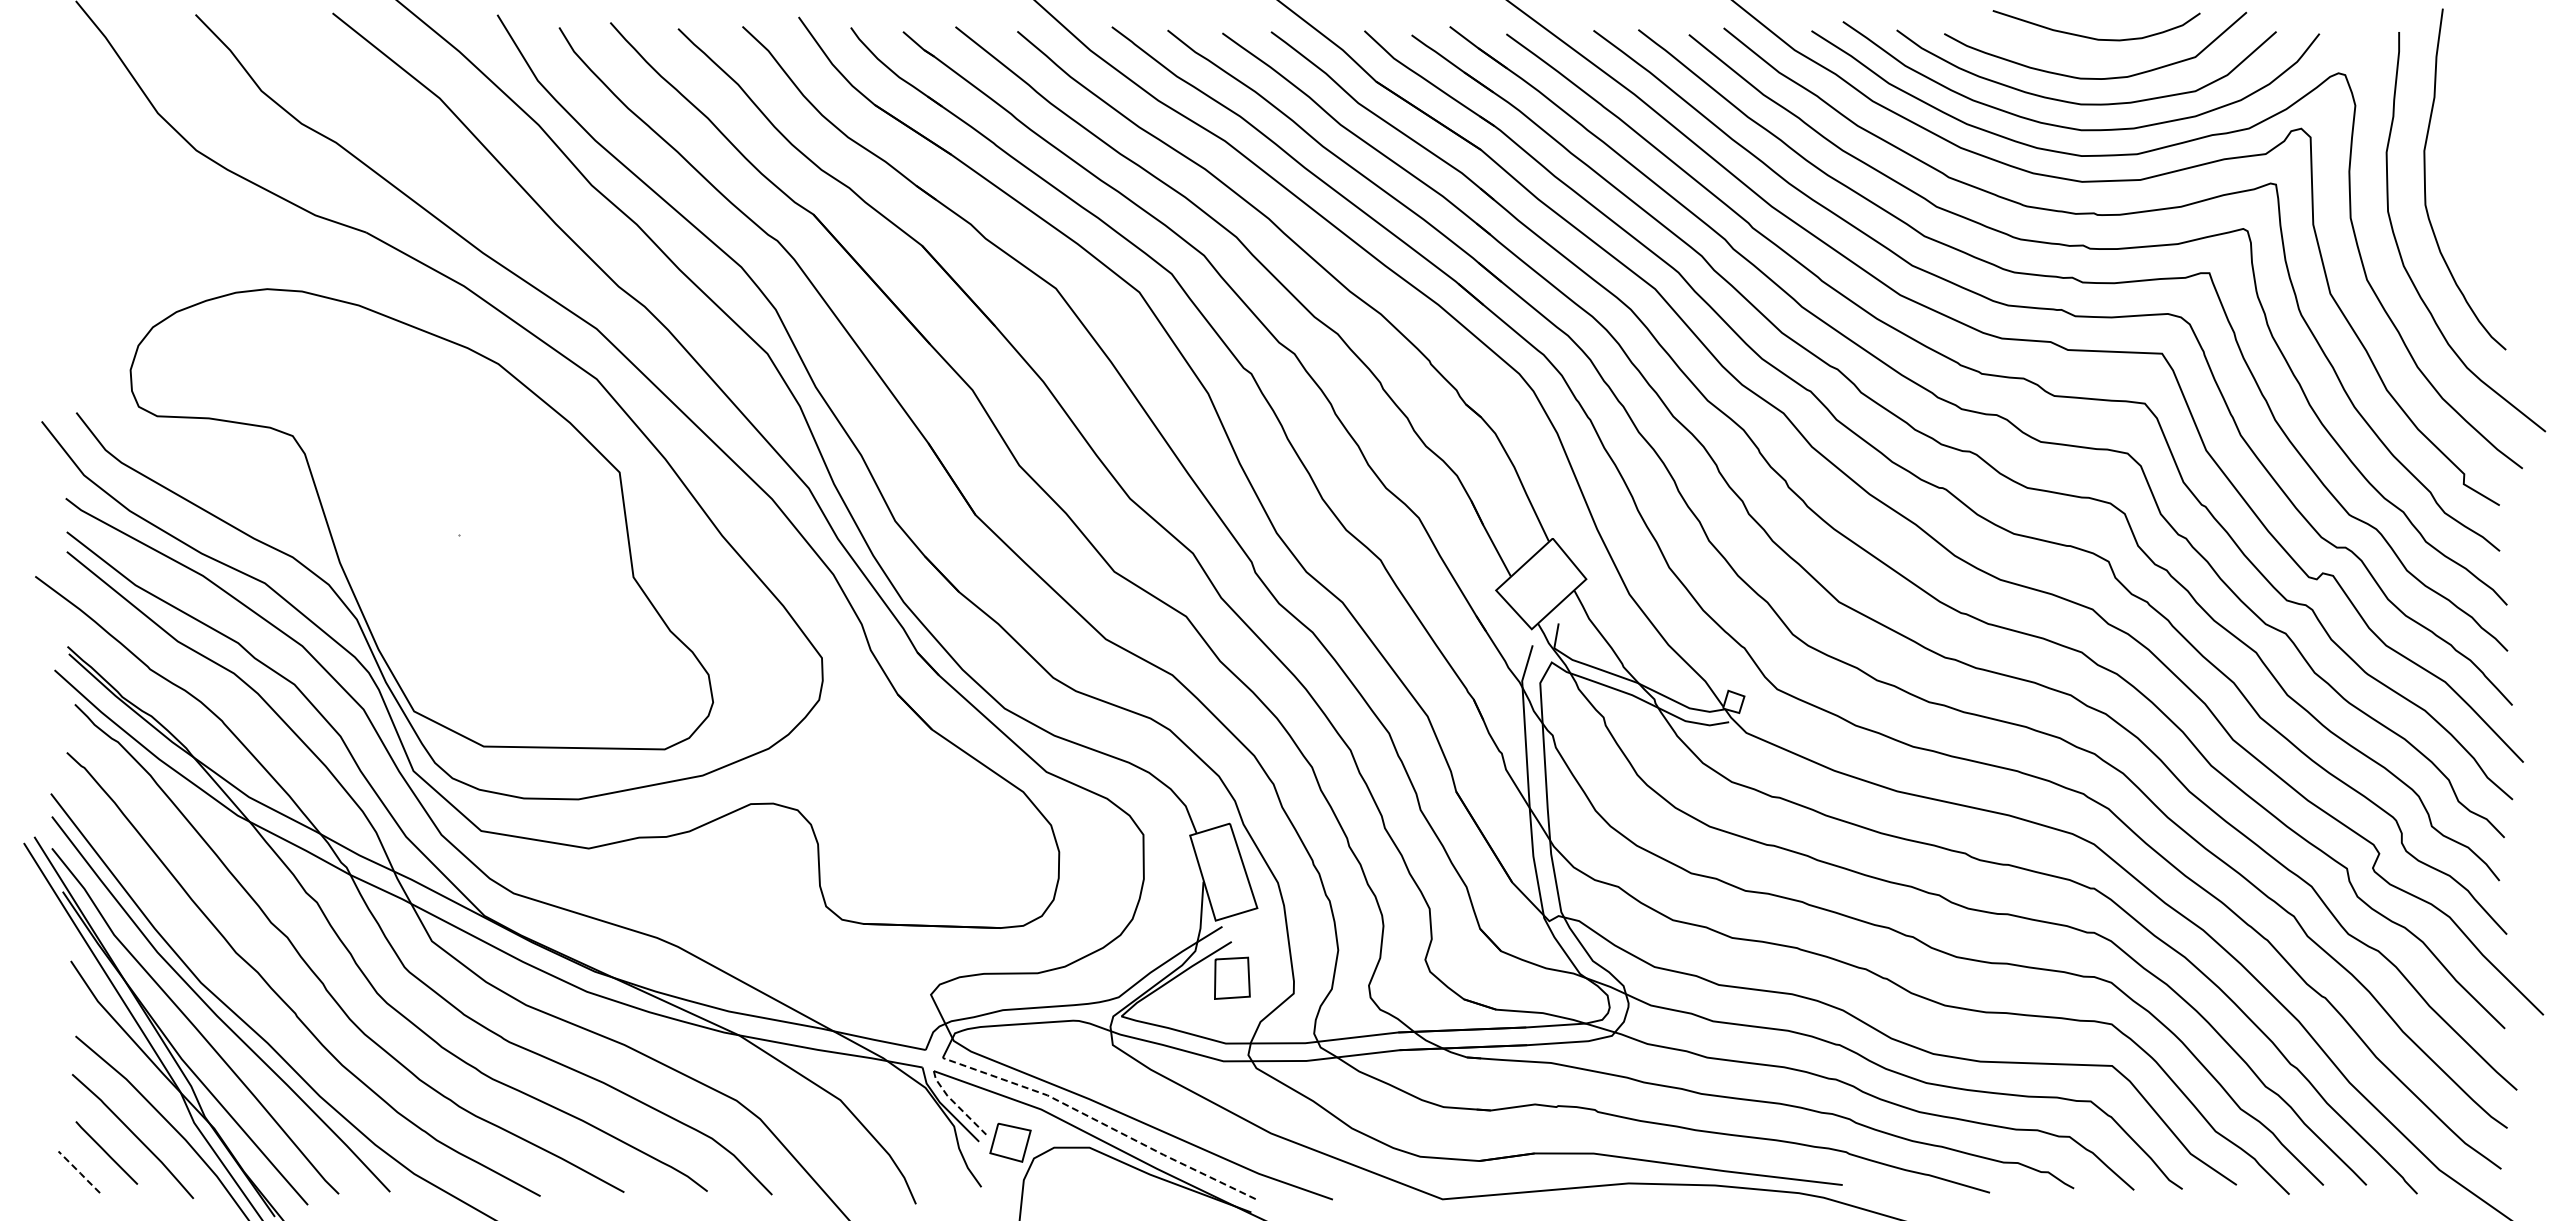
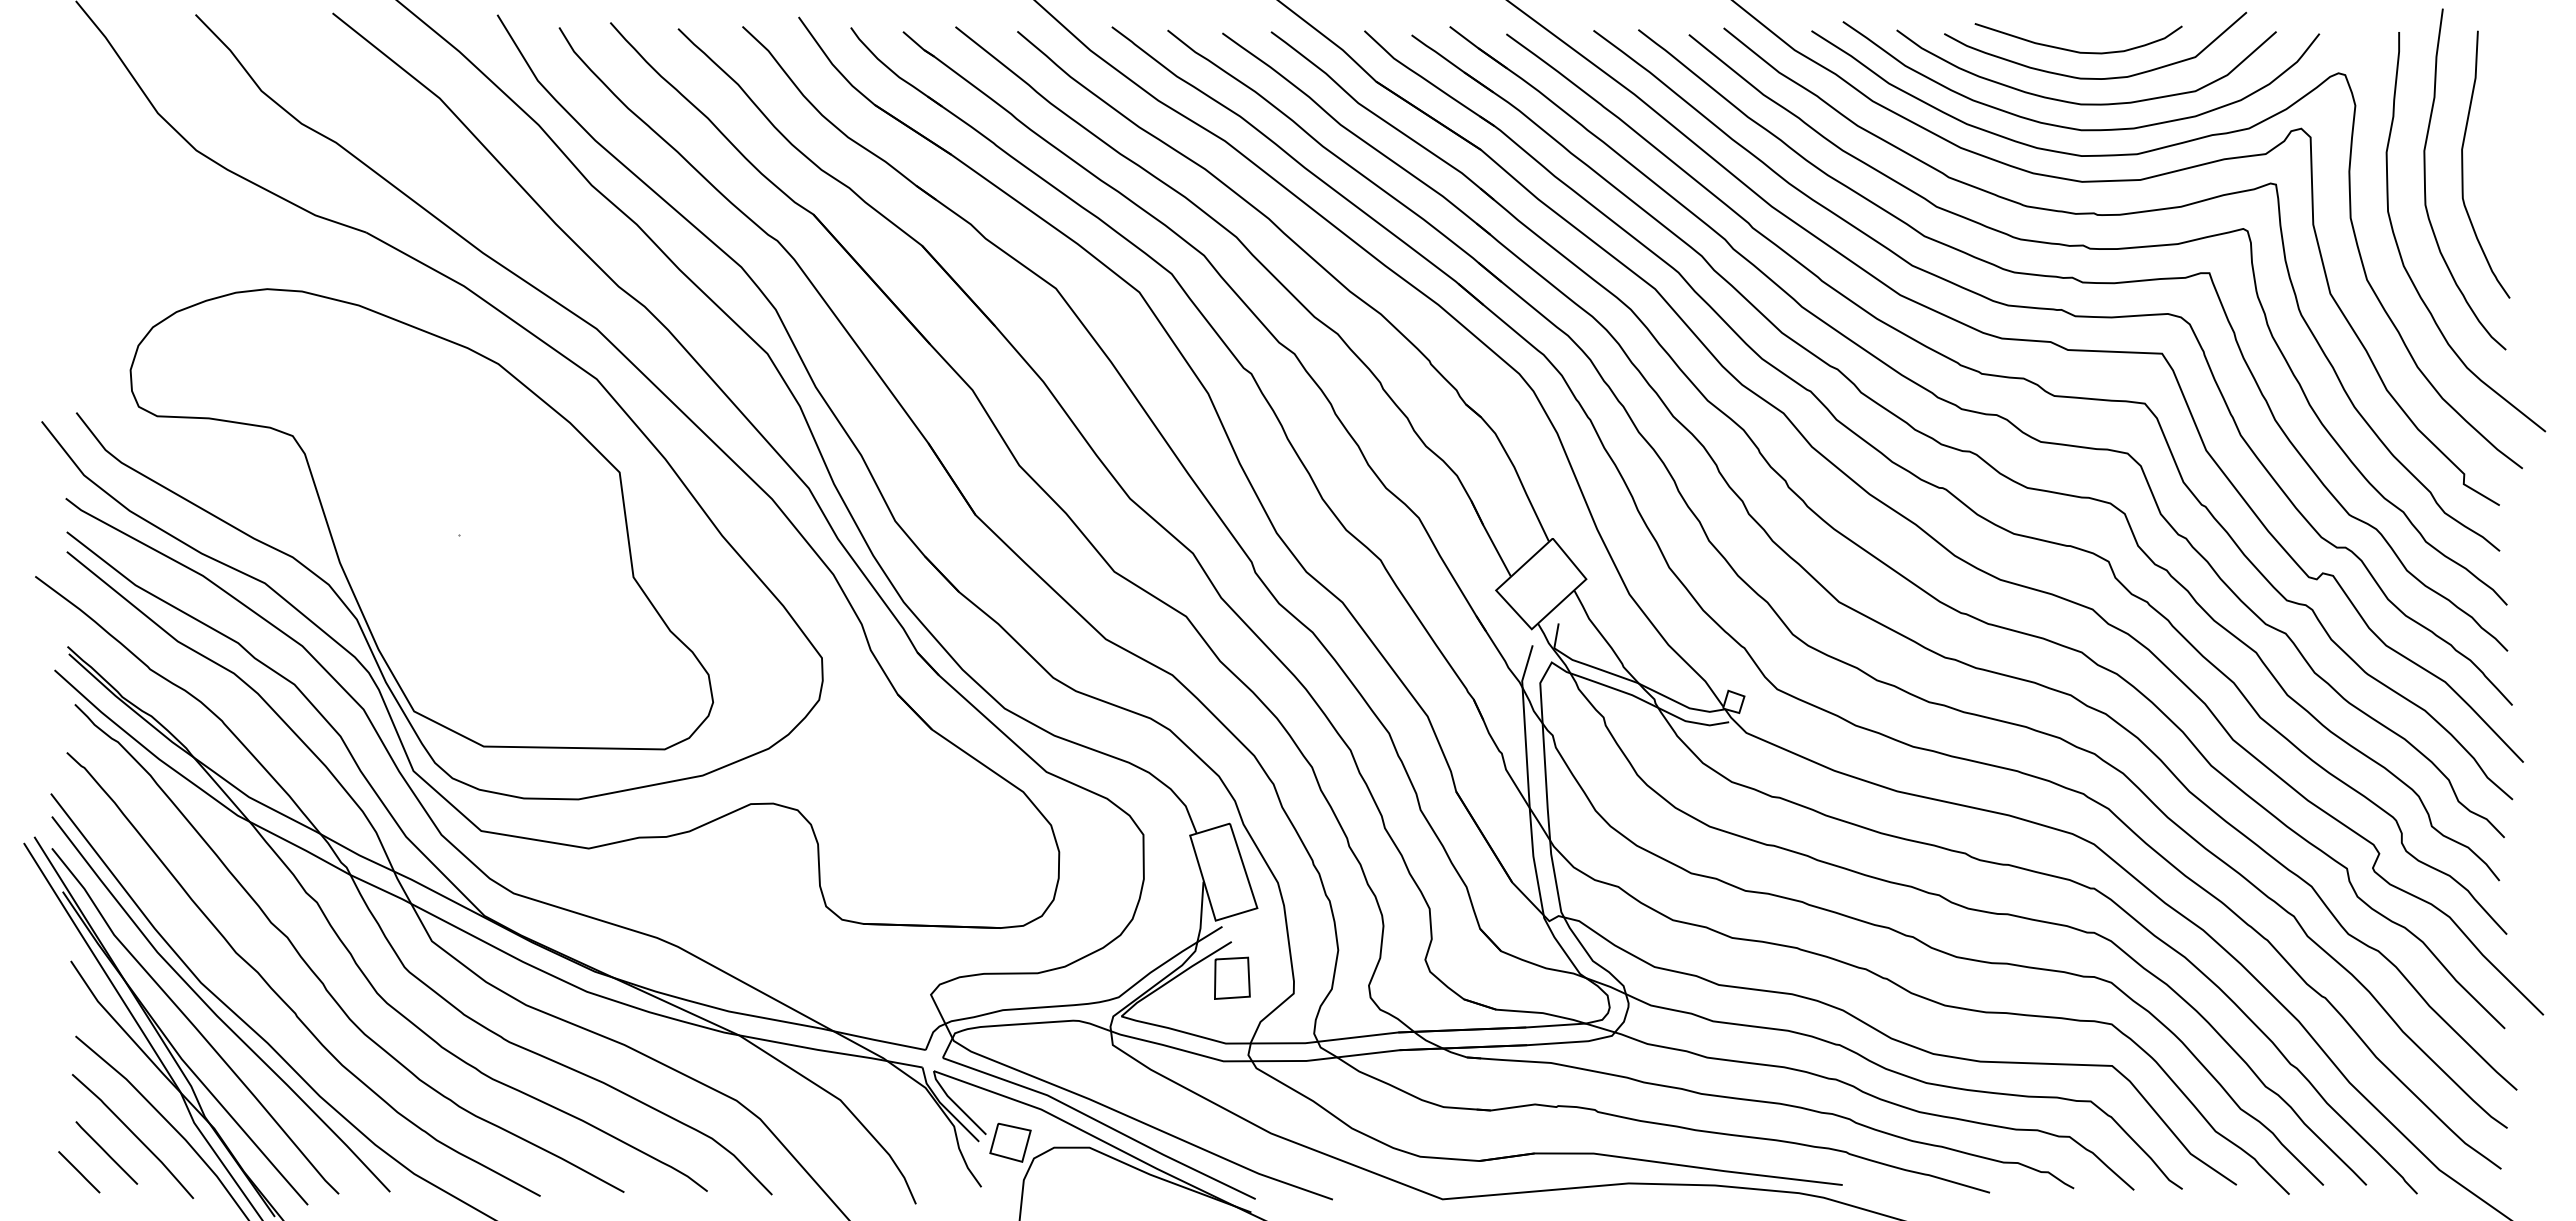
curve at (2093, 37) position: (2093, 37) -> (2075, 50)
curve at (2463, 164): none -> present
line at (955, 1104): dashed -> solid
line at (1100, 1122): dashed -> solid
line at (80, 1172): dashed -> solid
